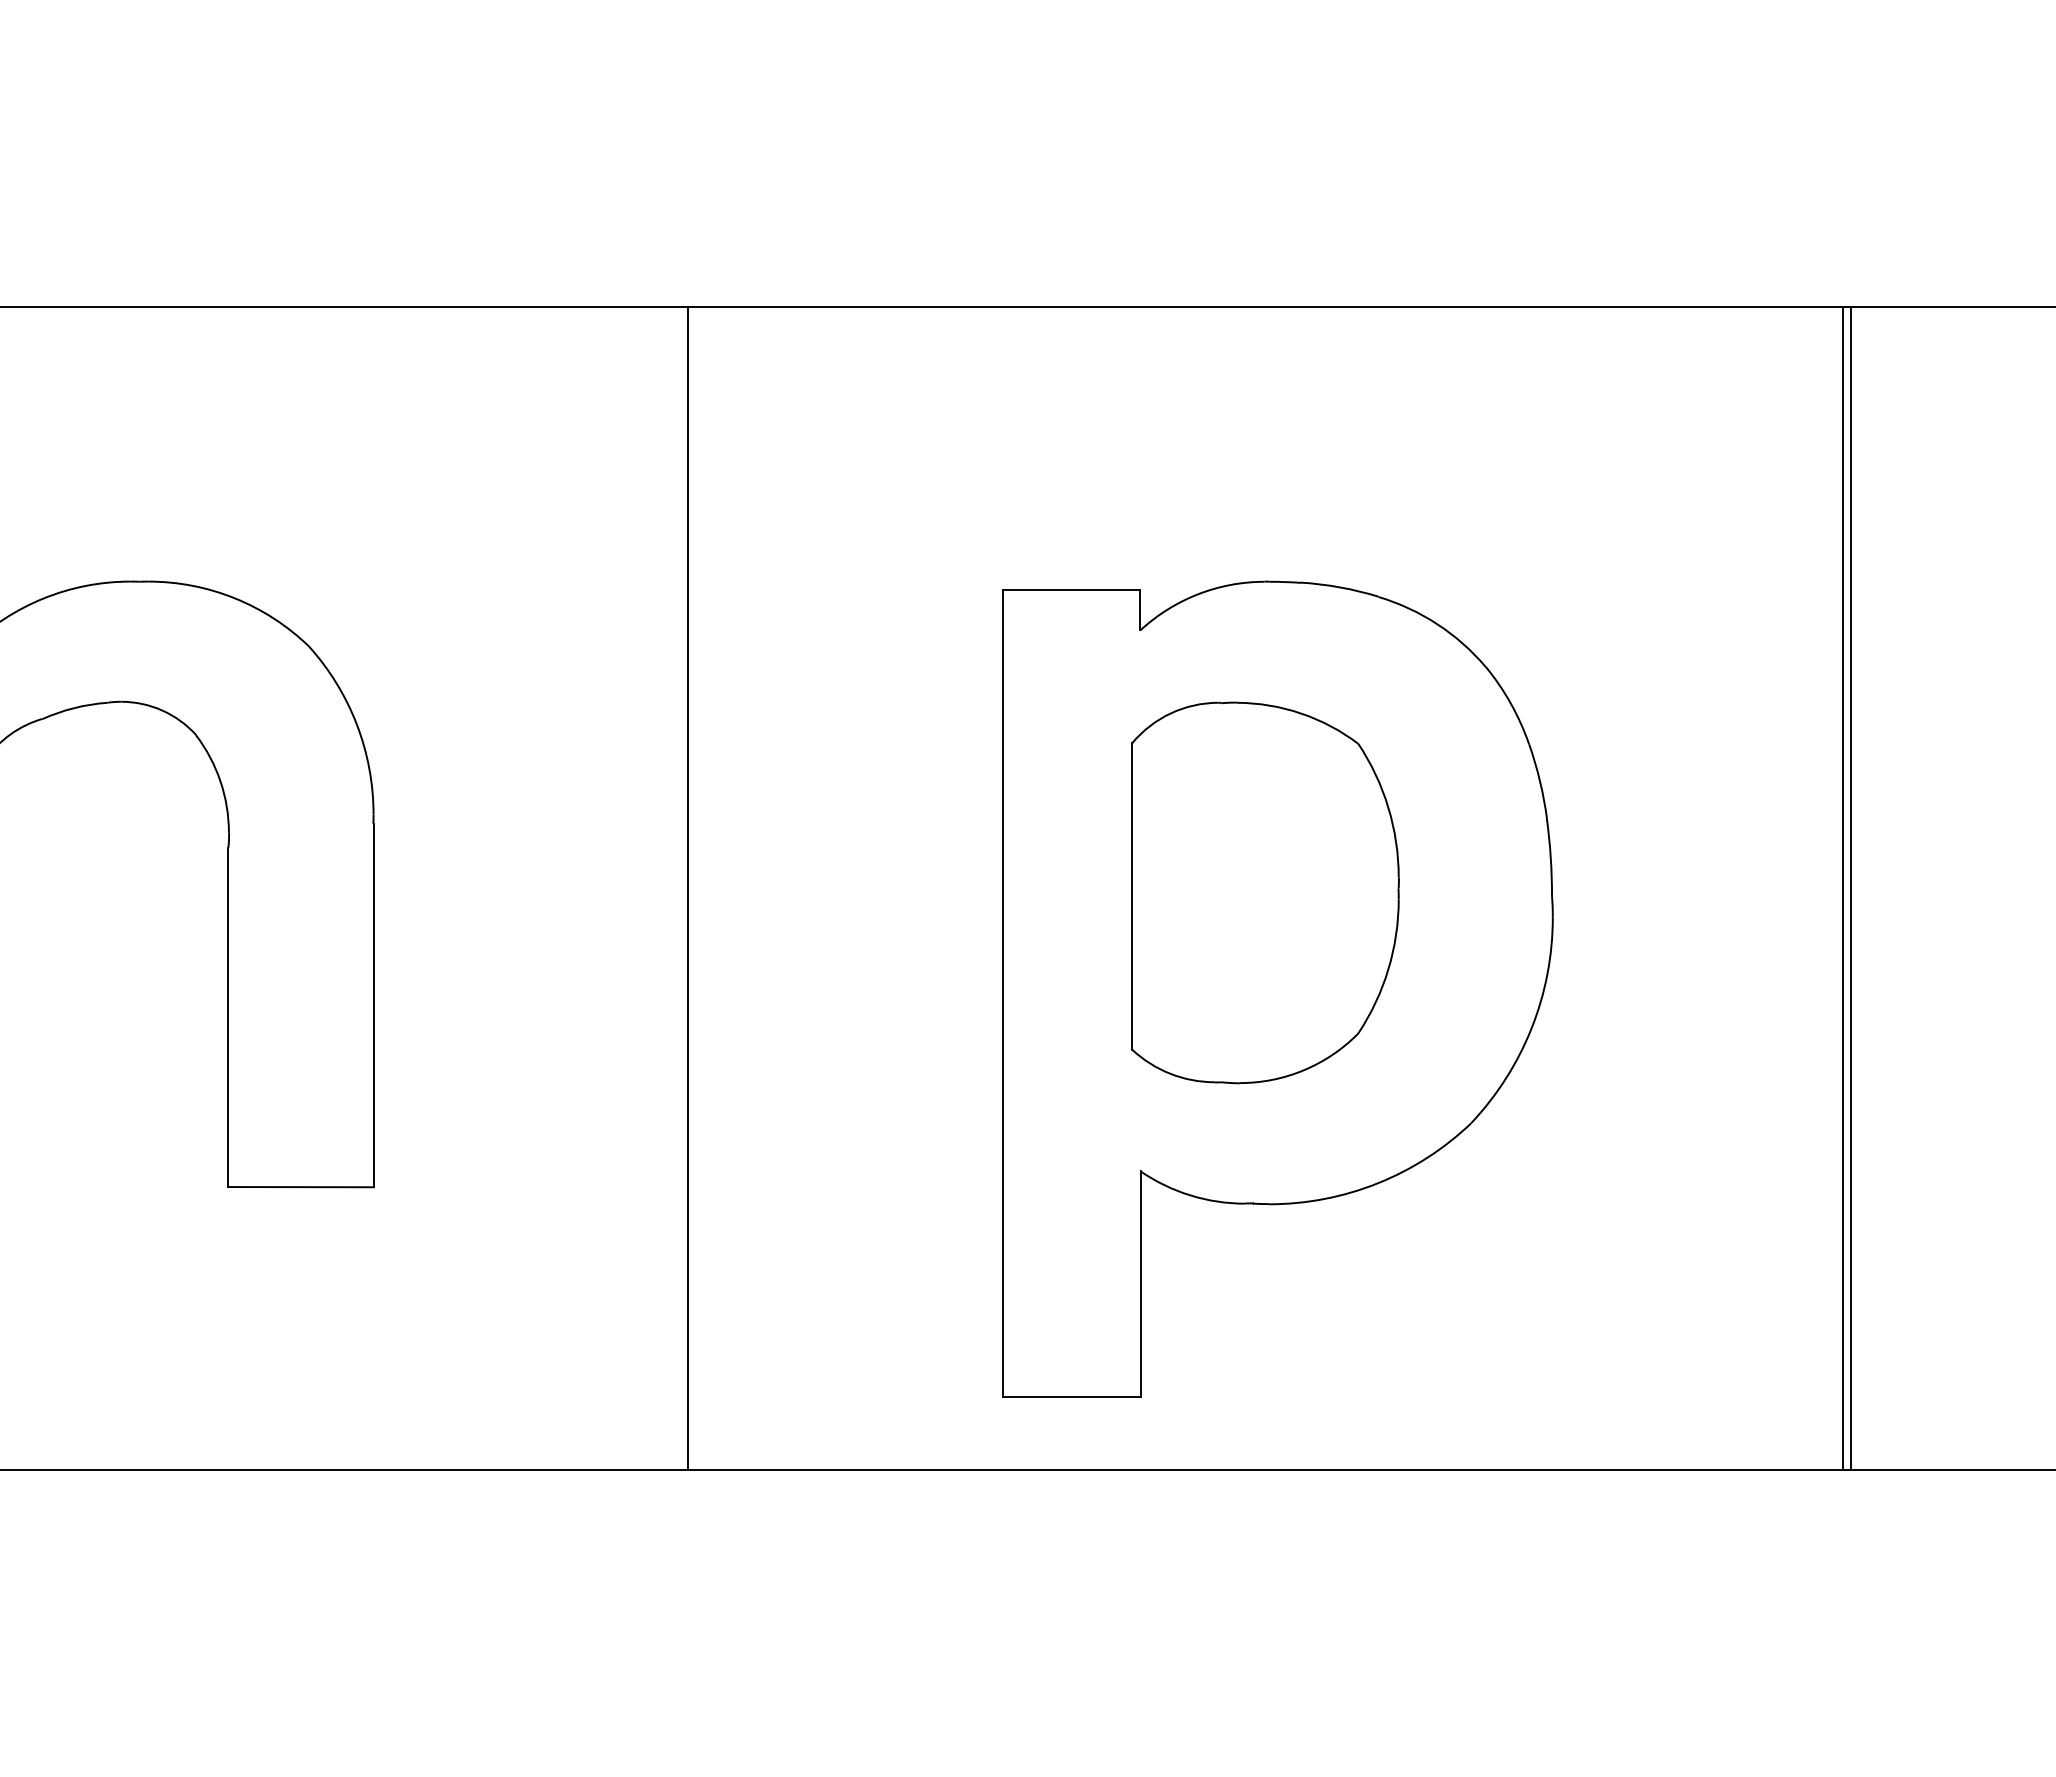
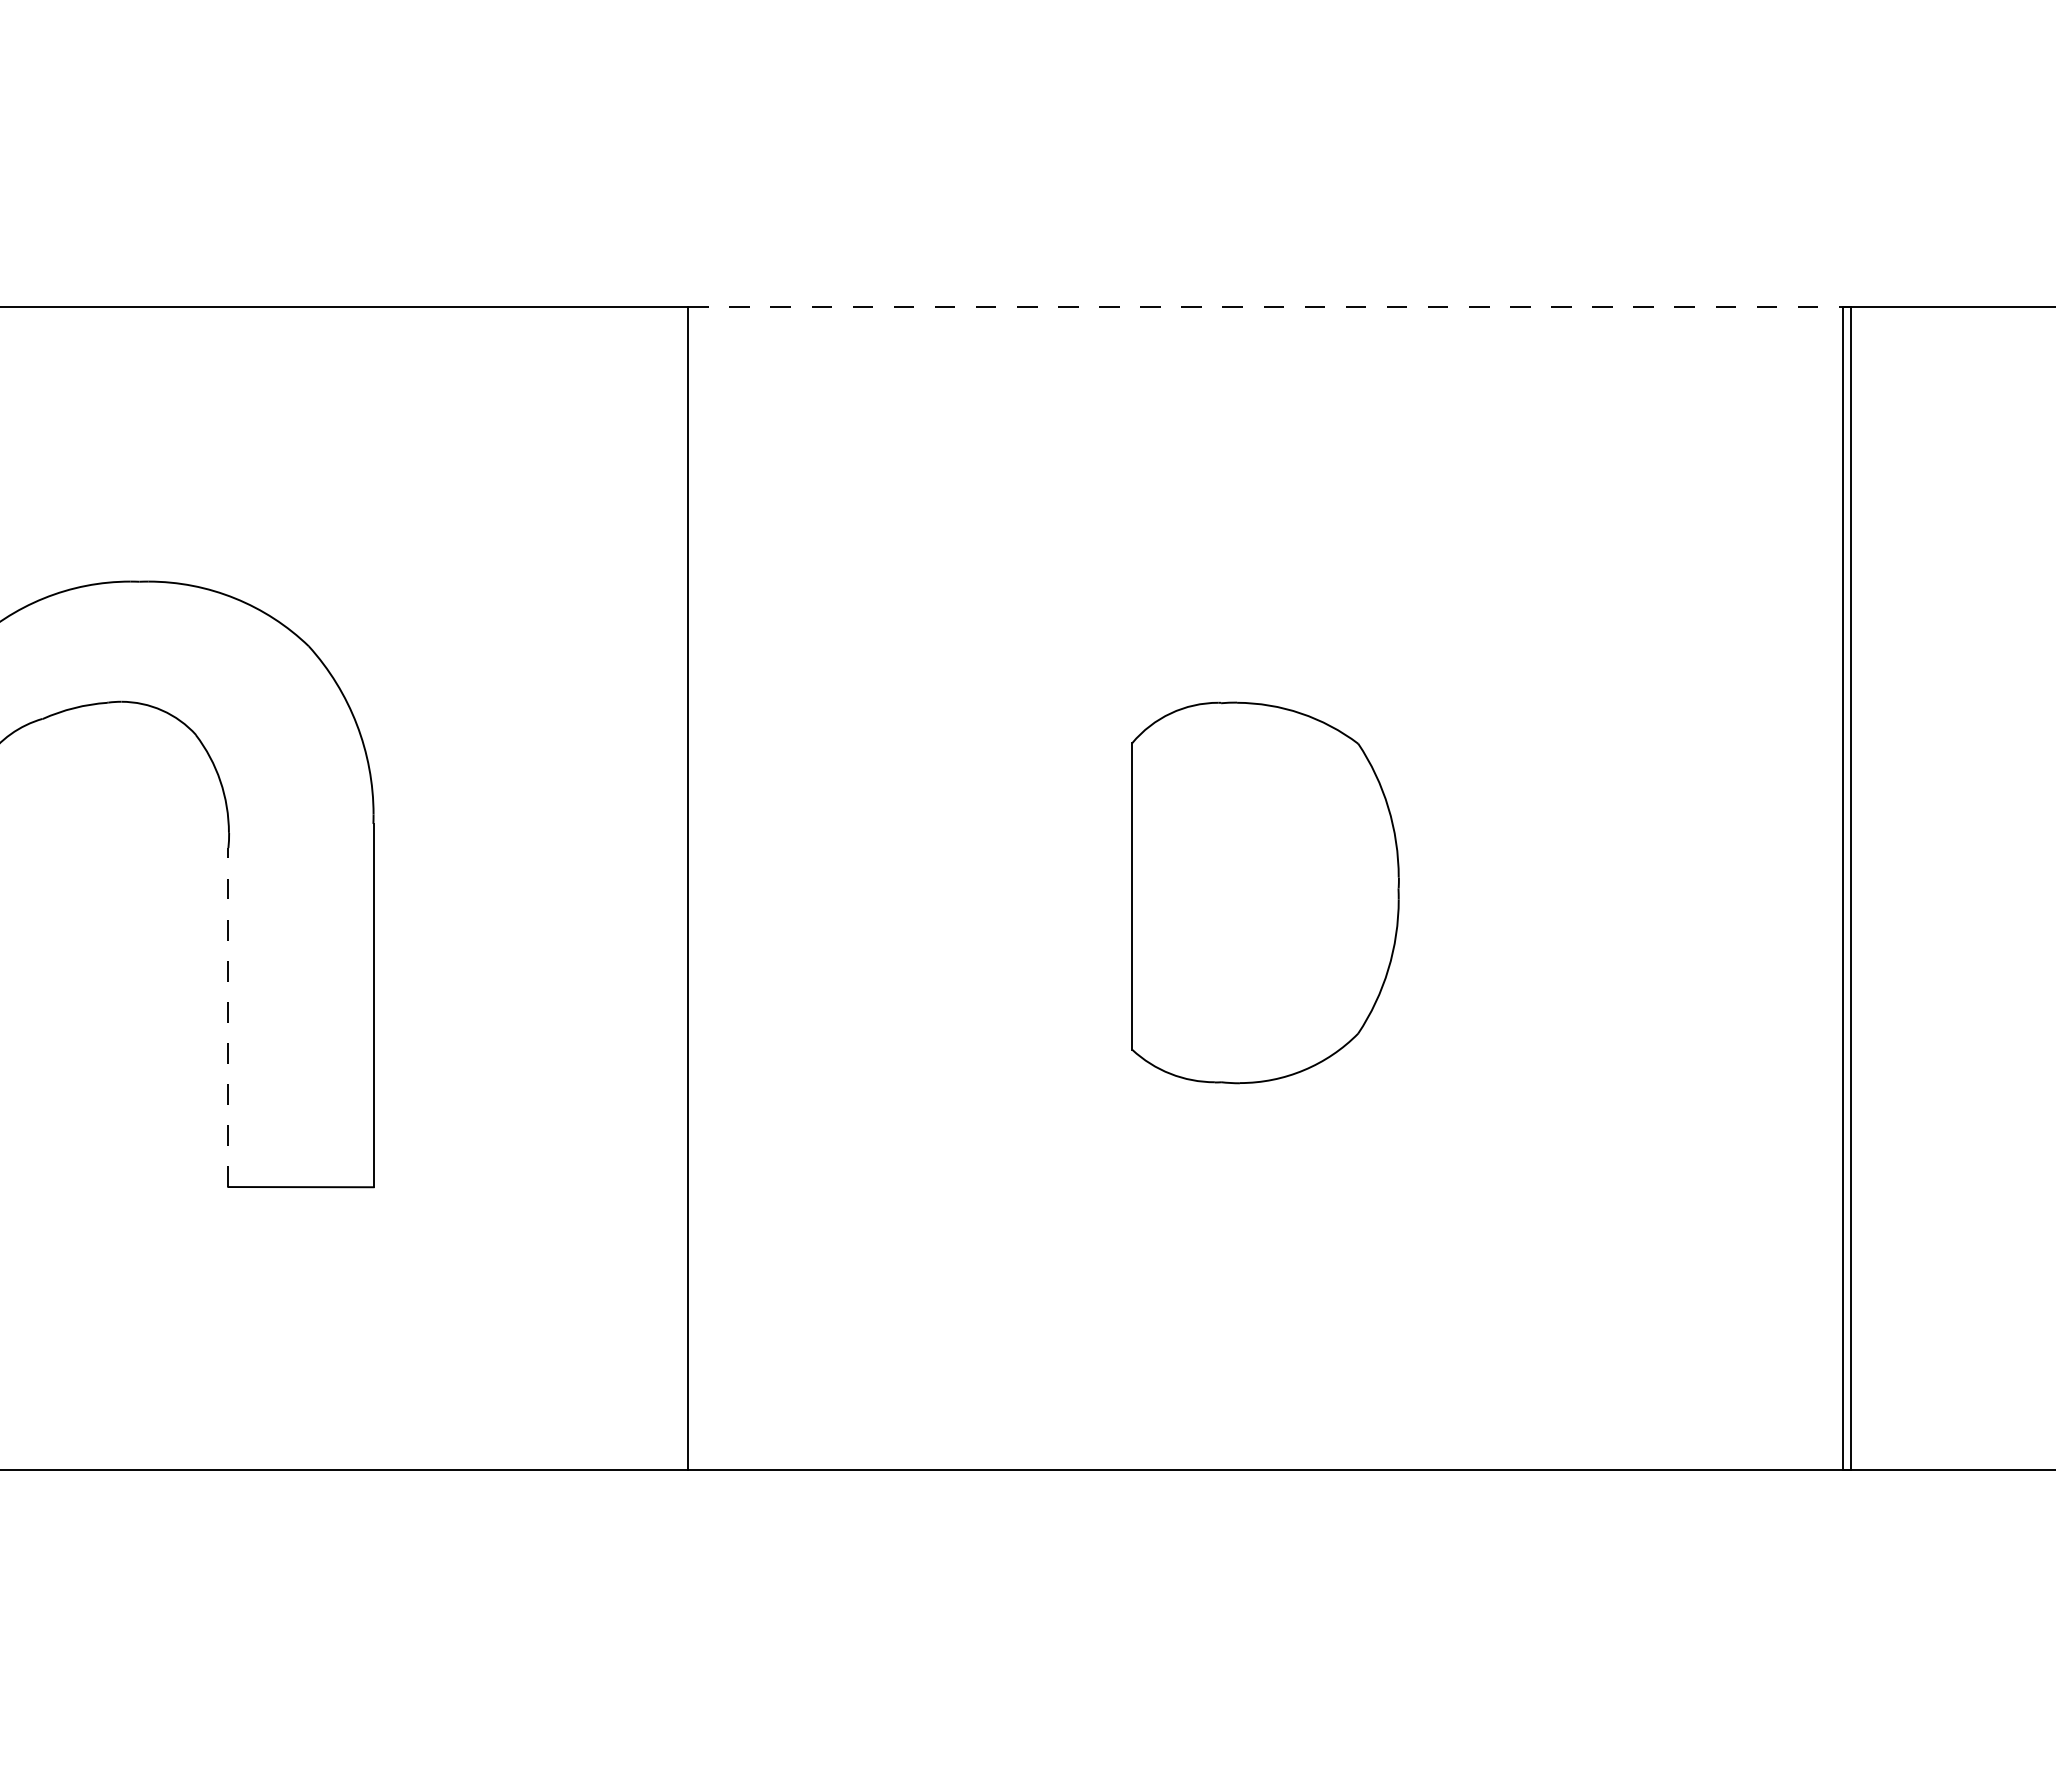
line at (1270, 306): solid -> dashed
part at (1277, 988): present -> none
line at (228, 1017): solid -> dashed
